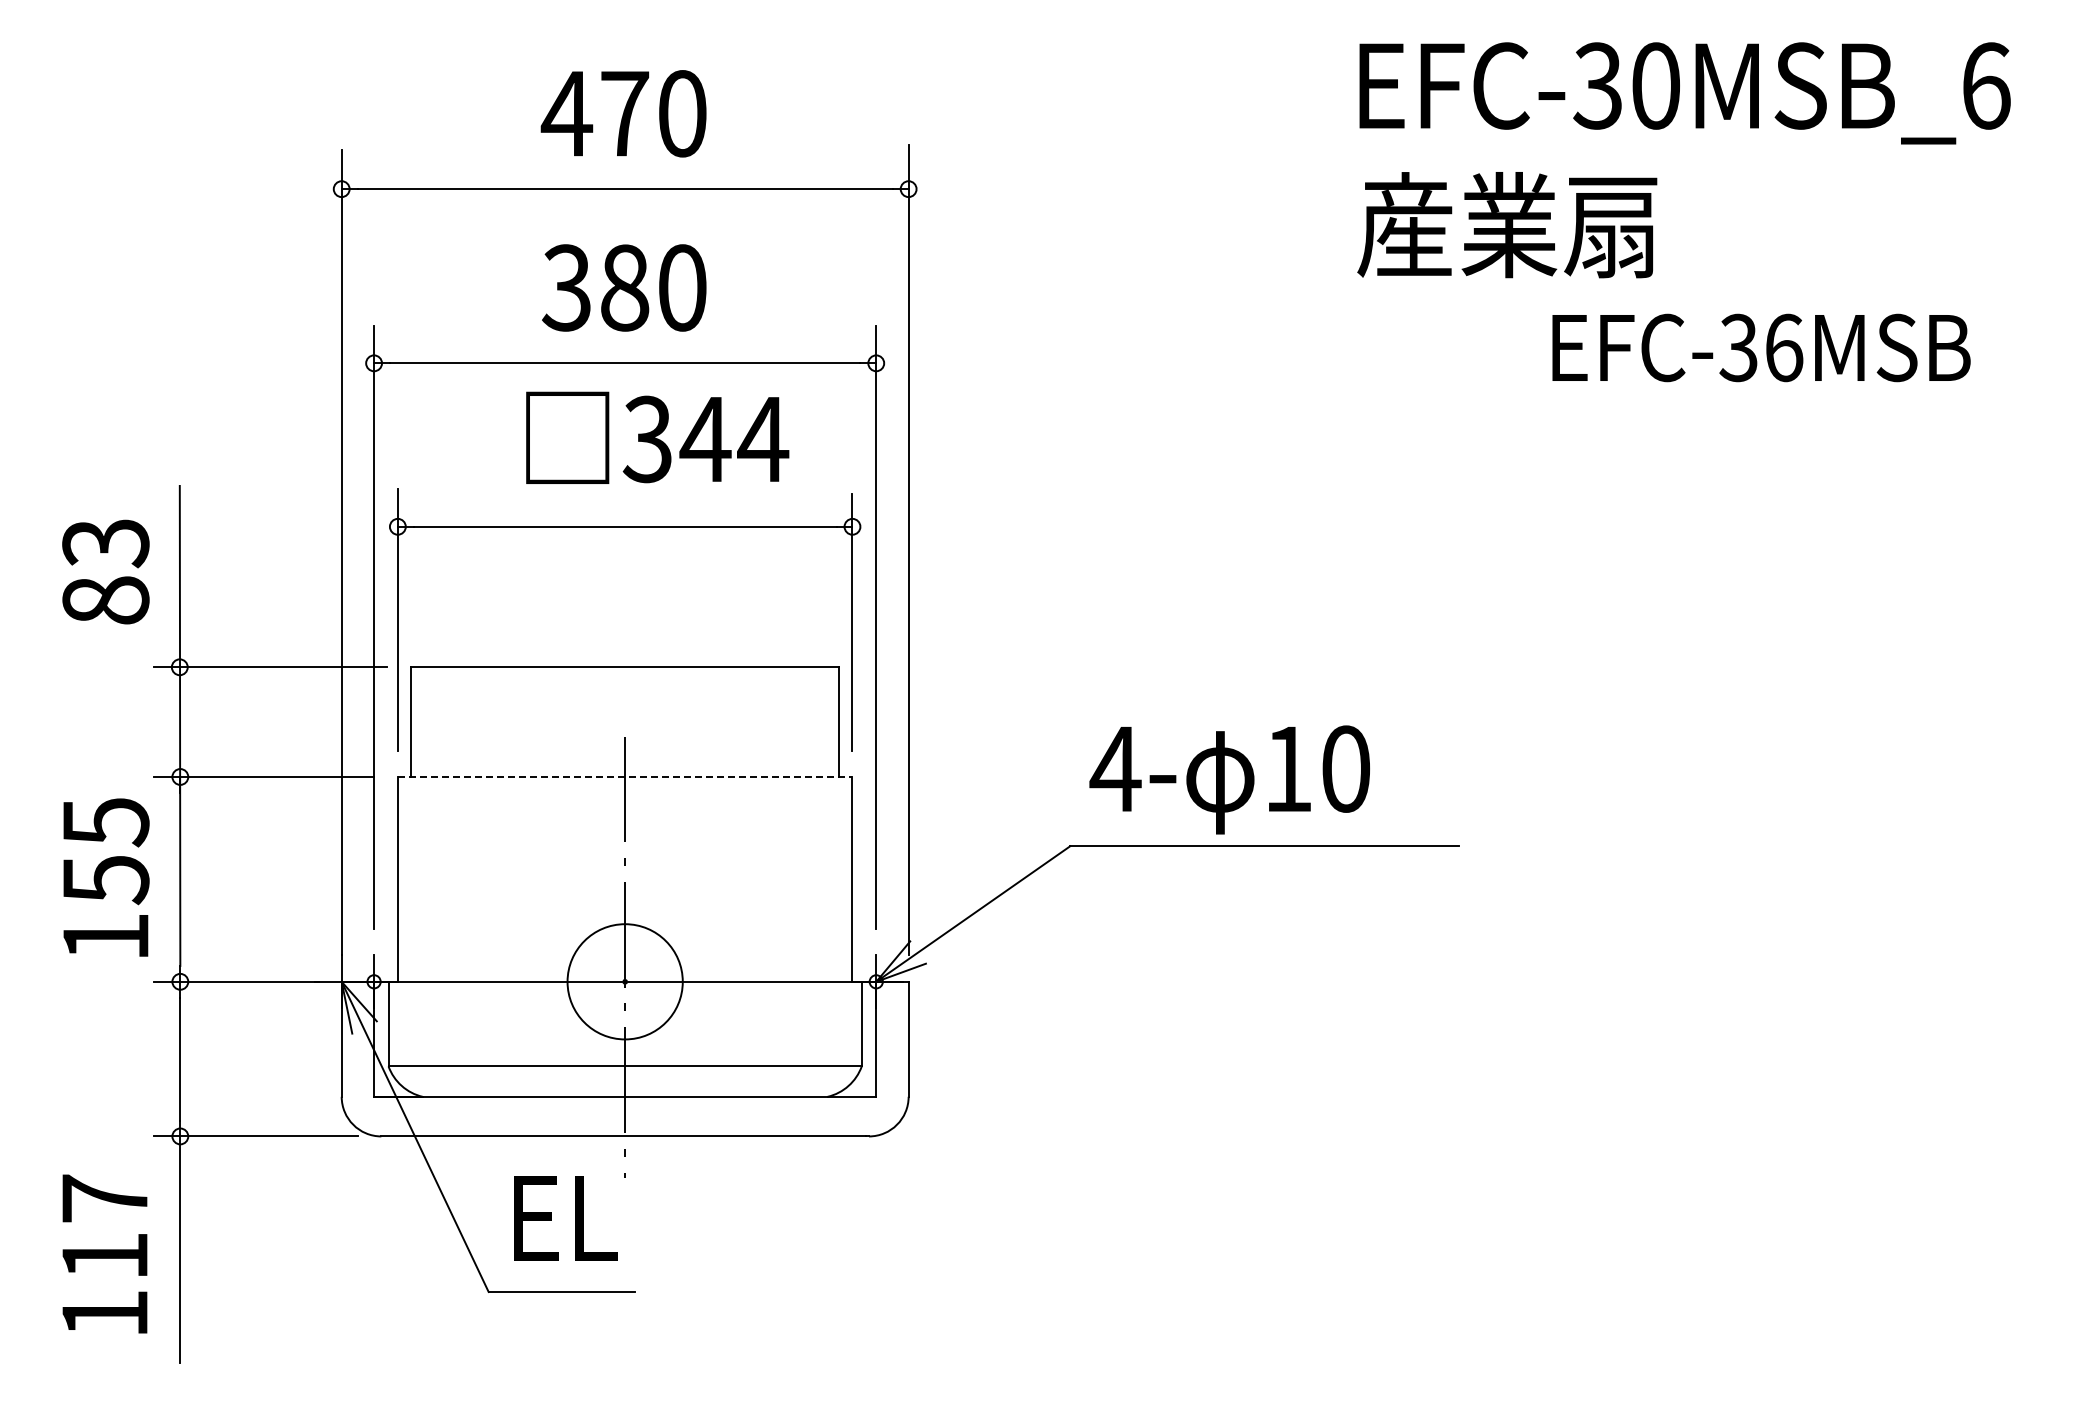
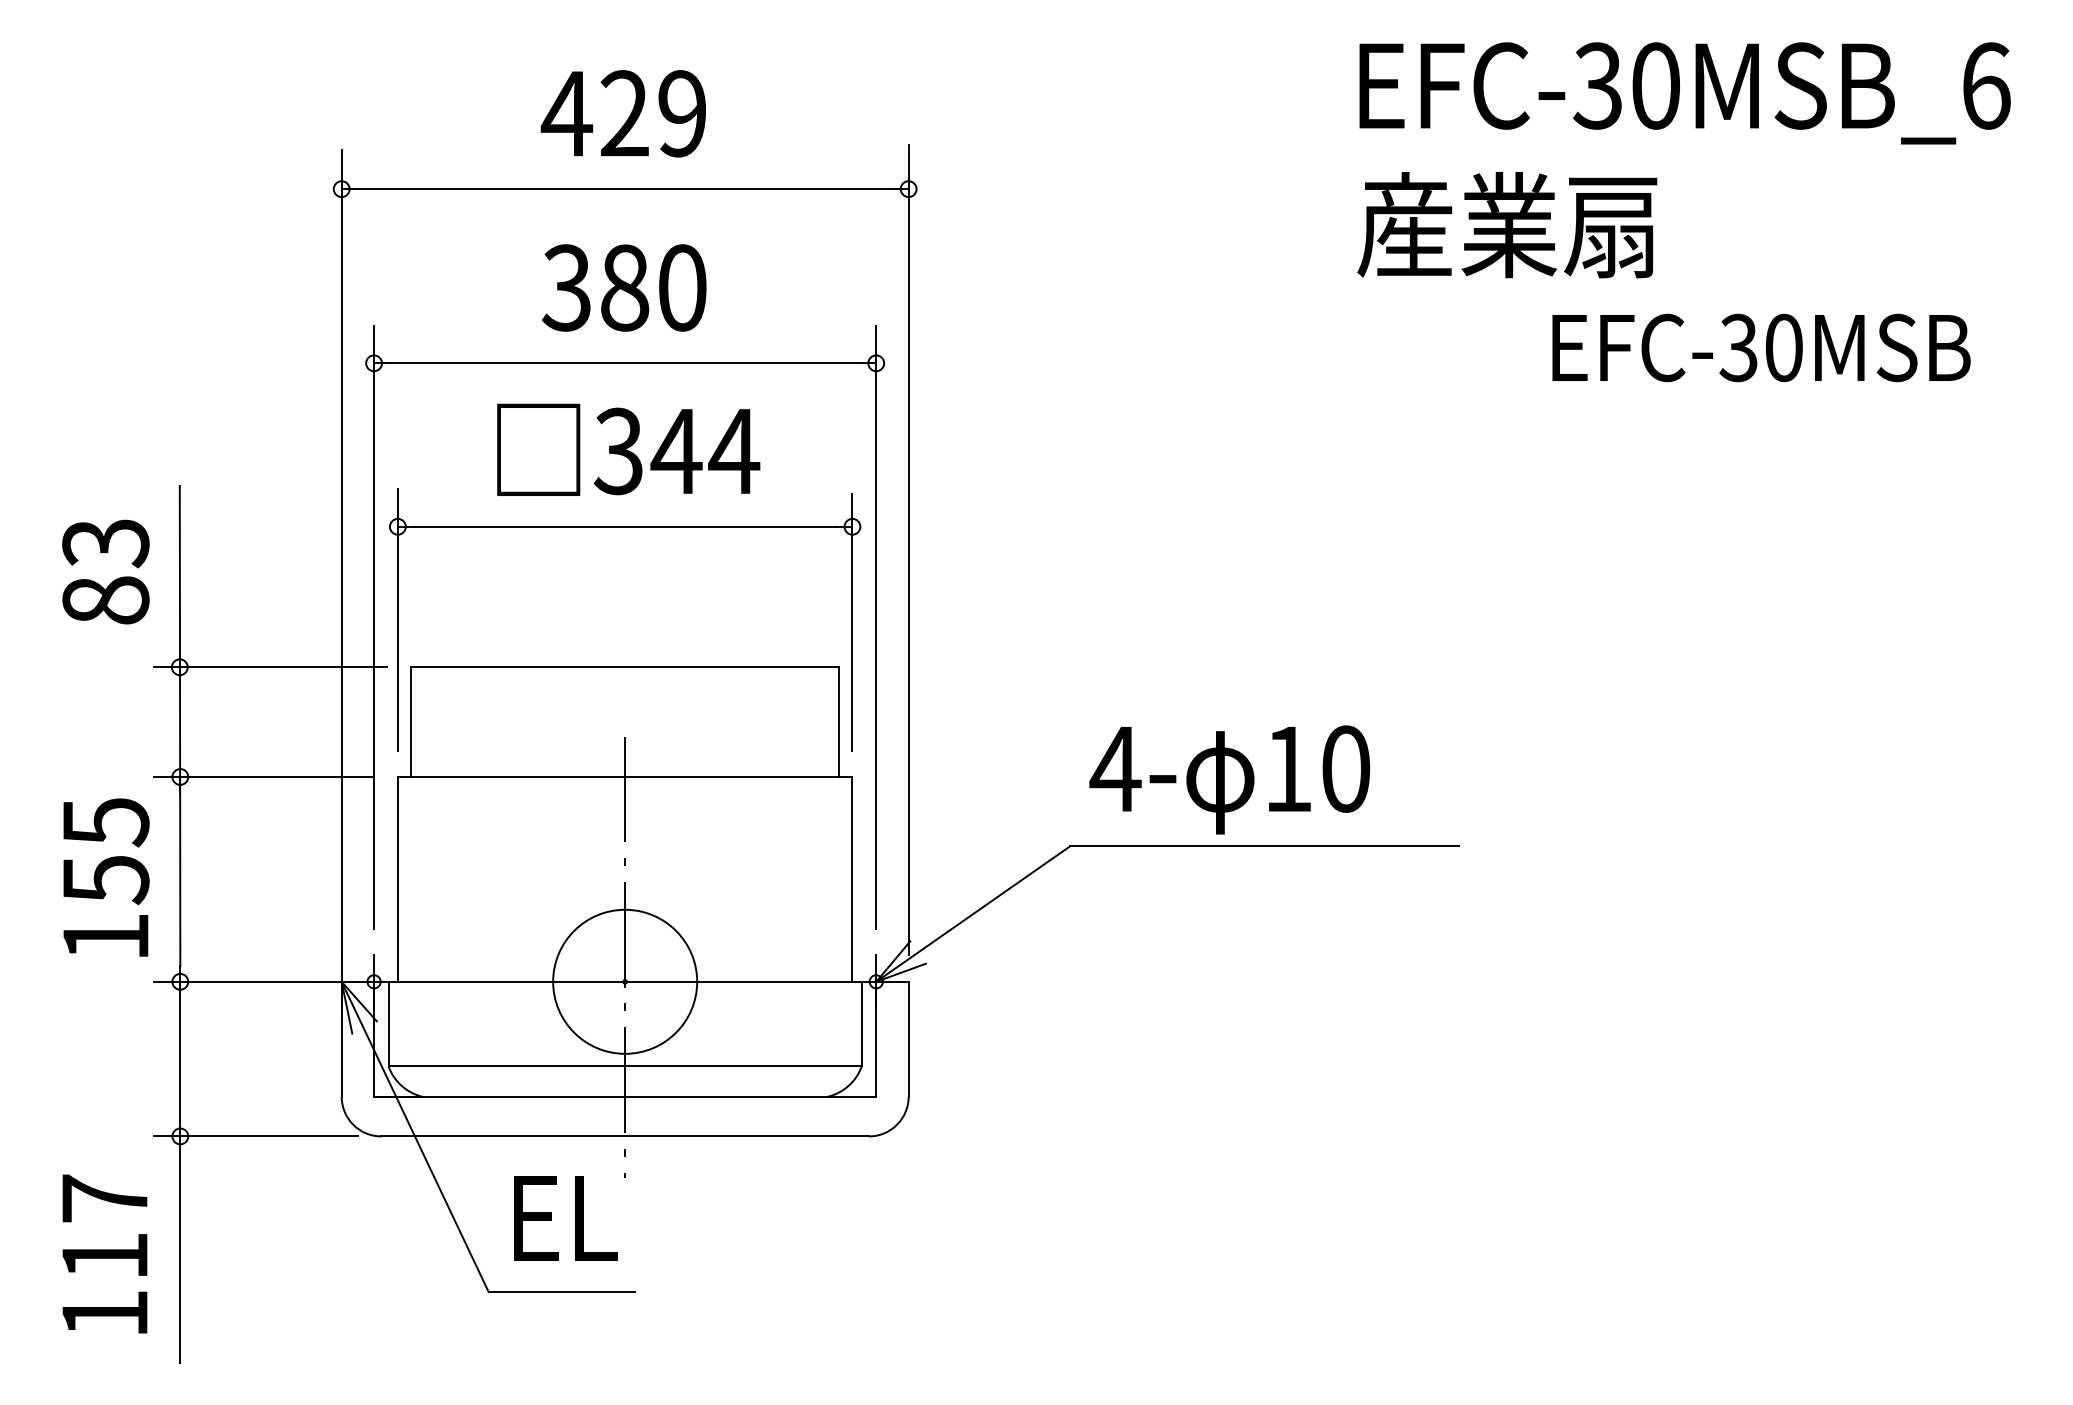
text at (653, 113): 470 -> 429
text at (1784, 347): EFC-36MSB -> EFC-30MSB
text at (657, 437) position: (657, 437) -> (628, 449)
line at (625, 776): dashed -> solid
circle at (624, 981) diameter: 115 px -> 144 px
